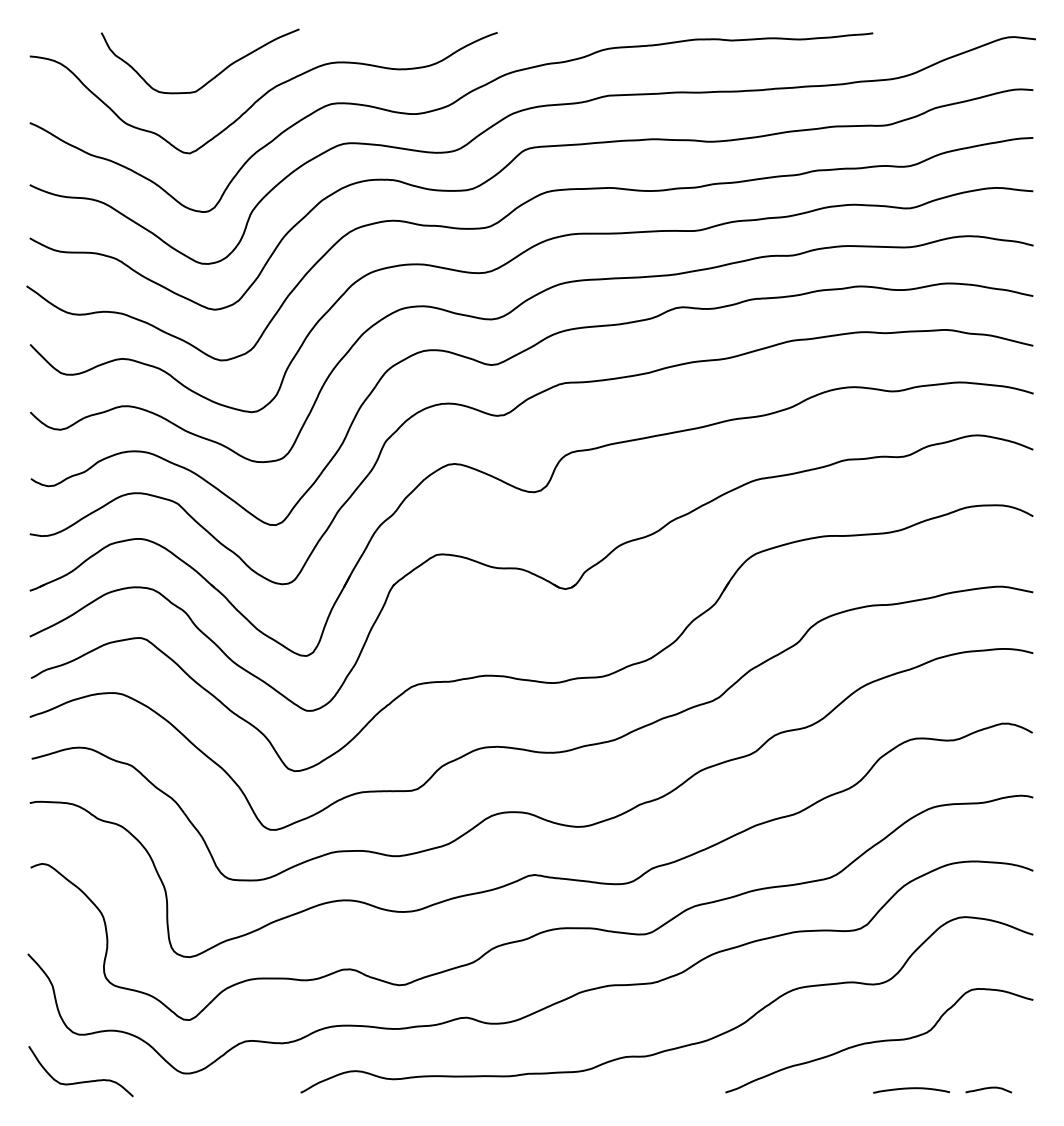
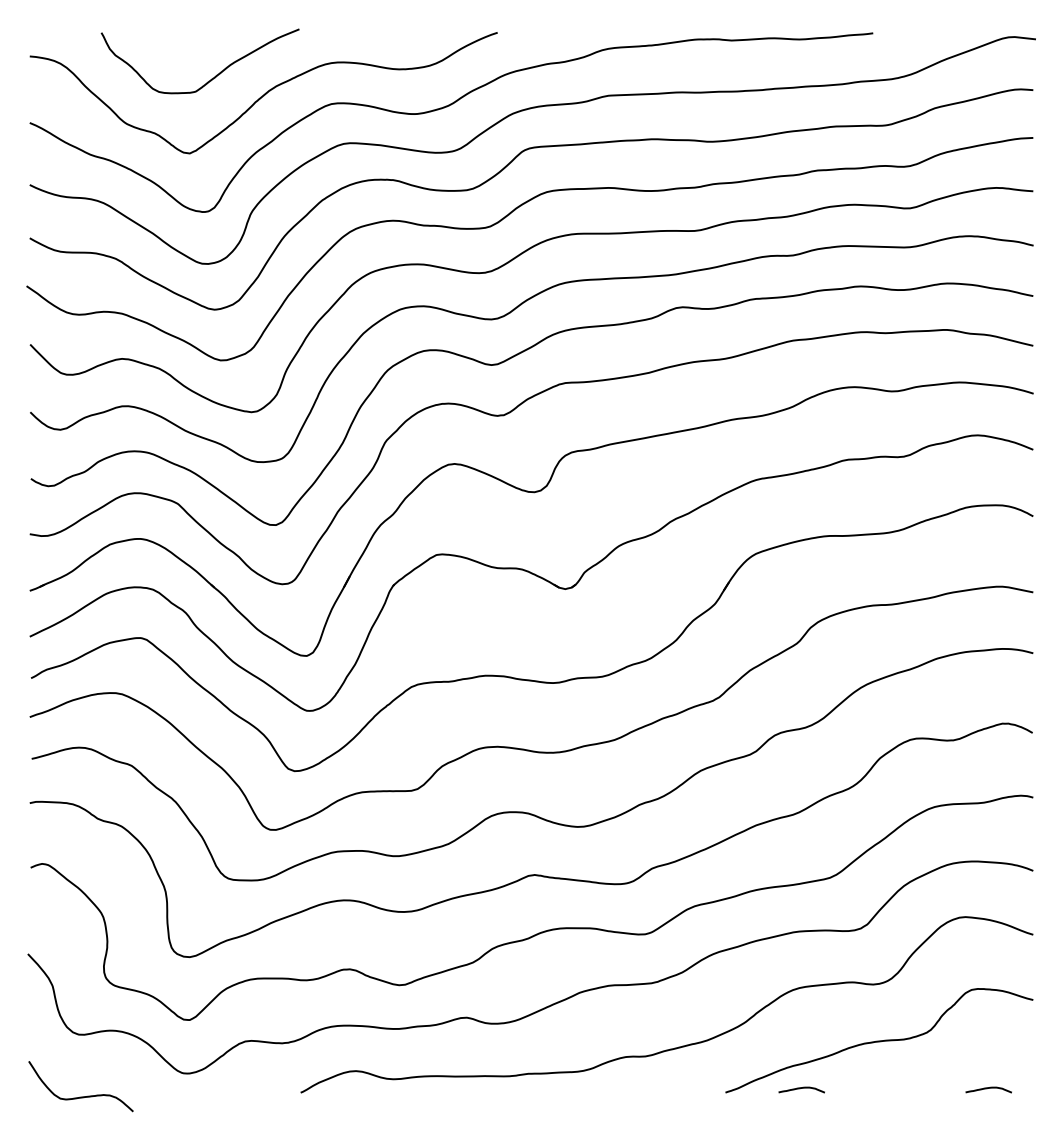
curve at (80, 1081) position: (80, 1081) -> (80, 1096)
curve at (801, 1088): none -> present
curve at (911, 1089): present -> none
